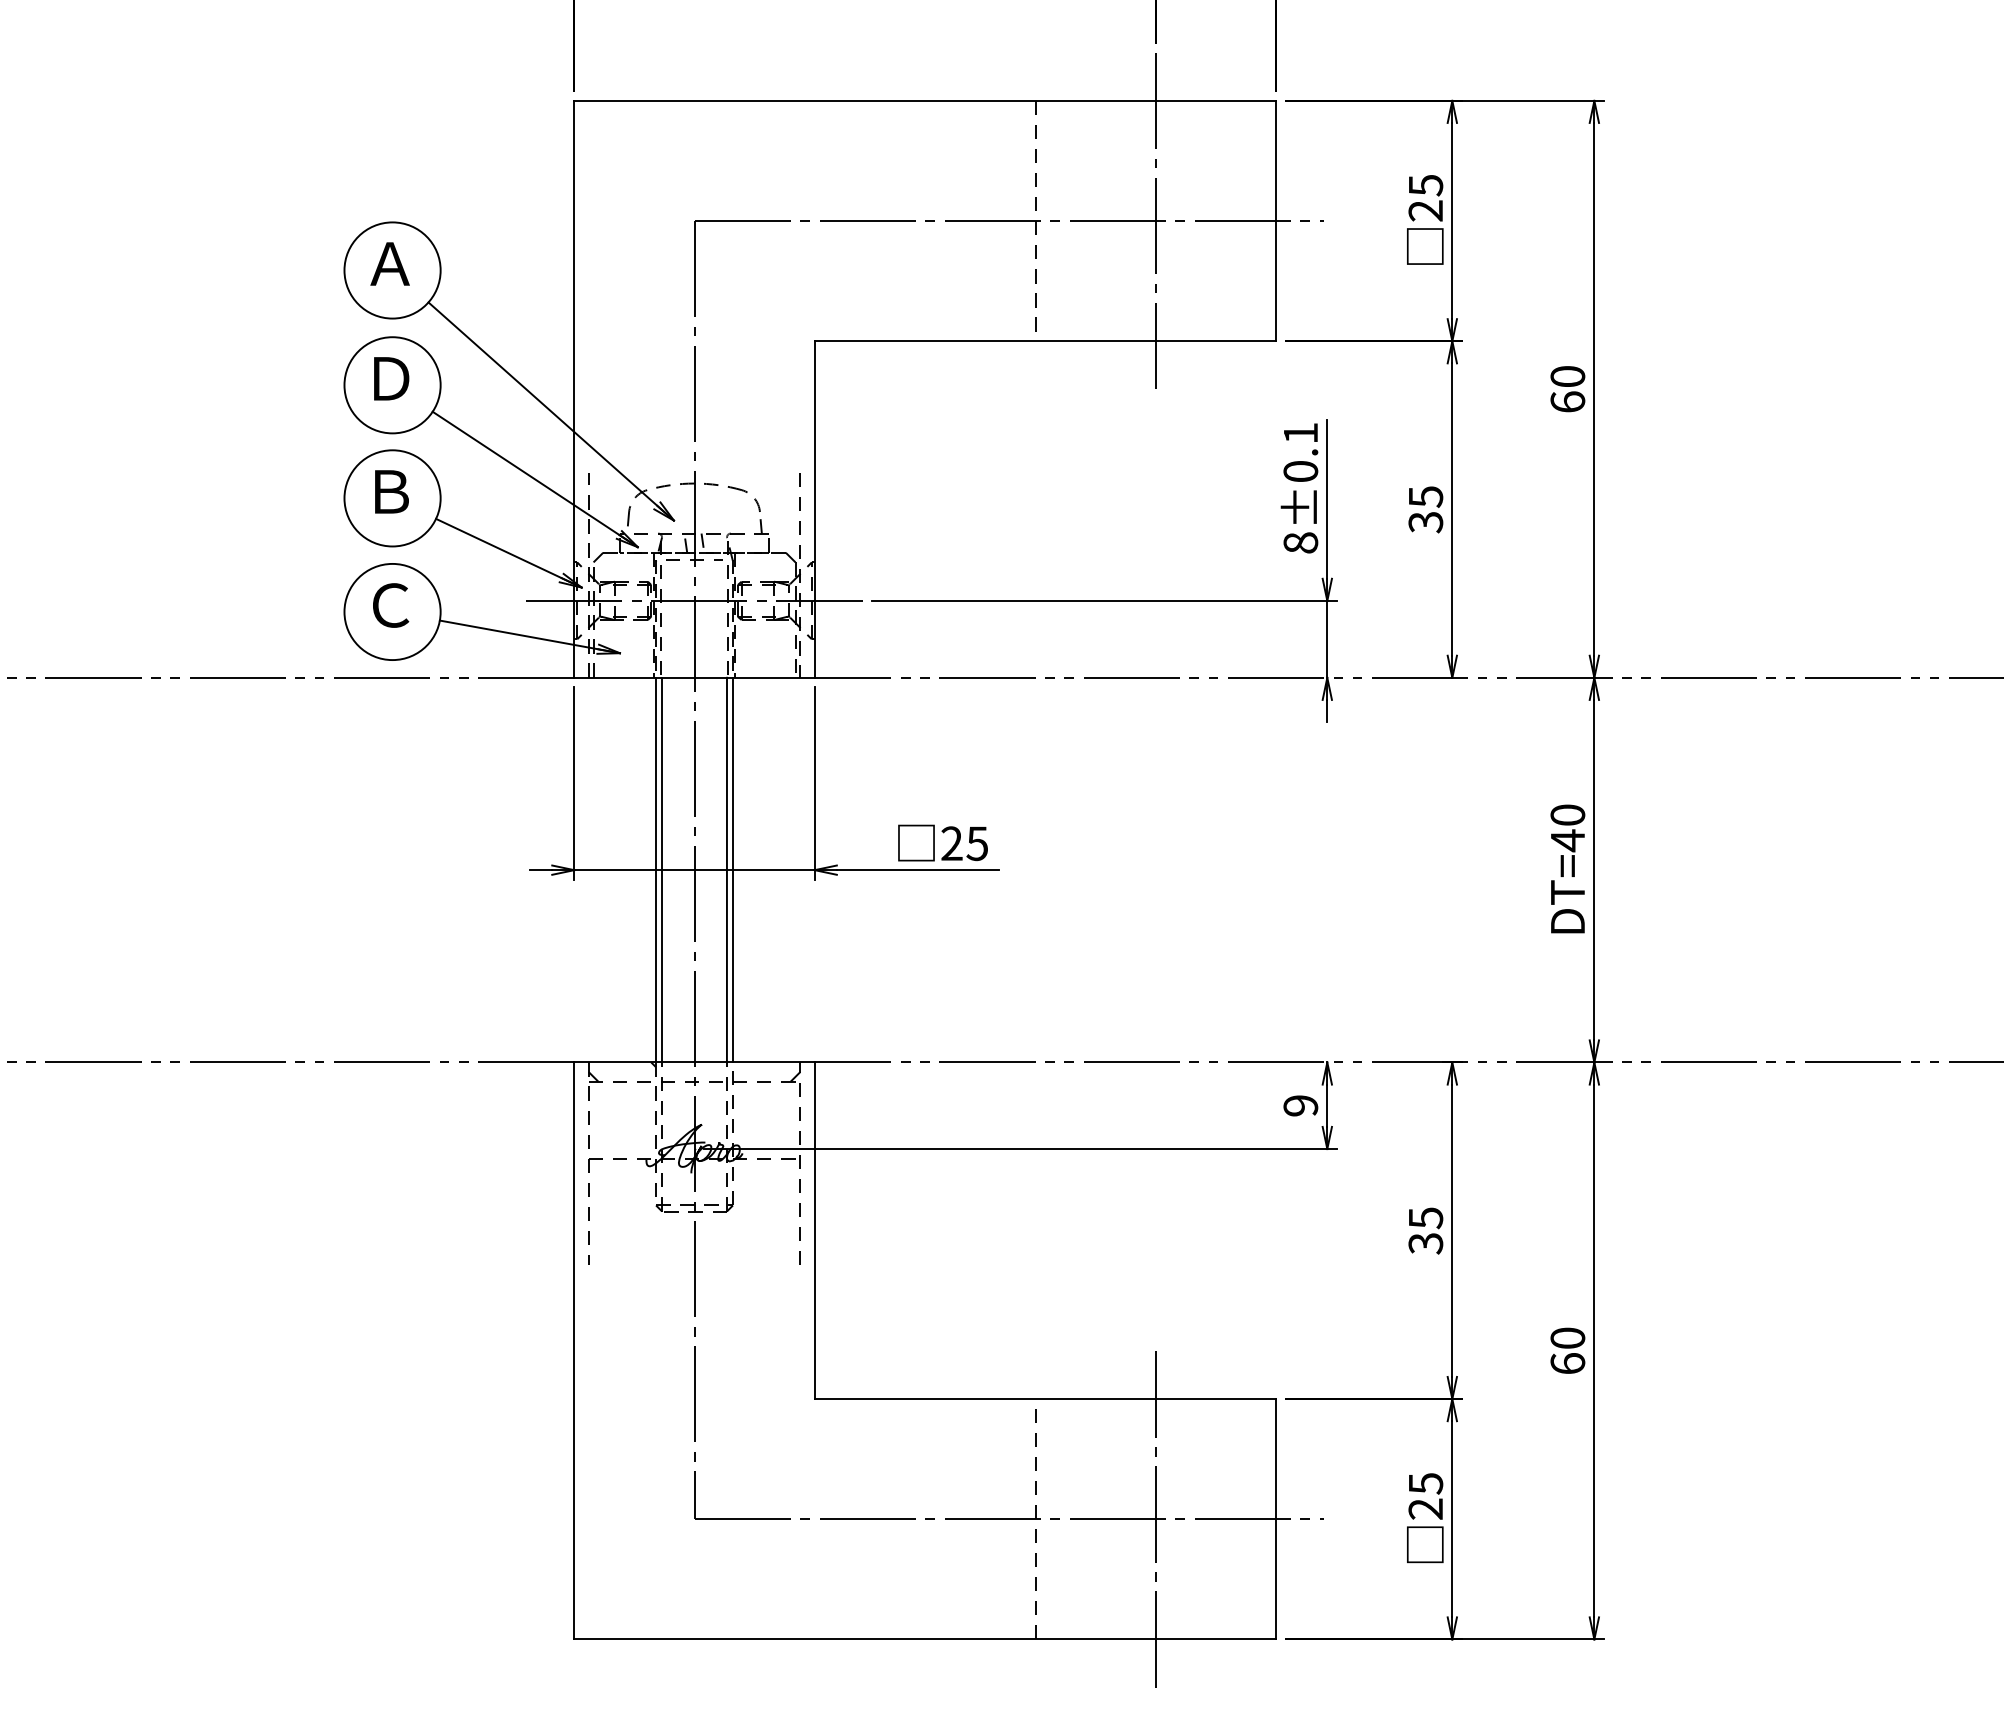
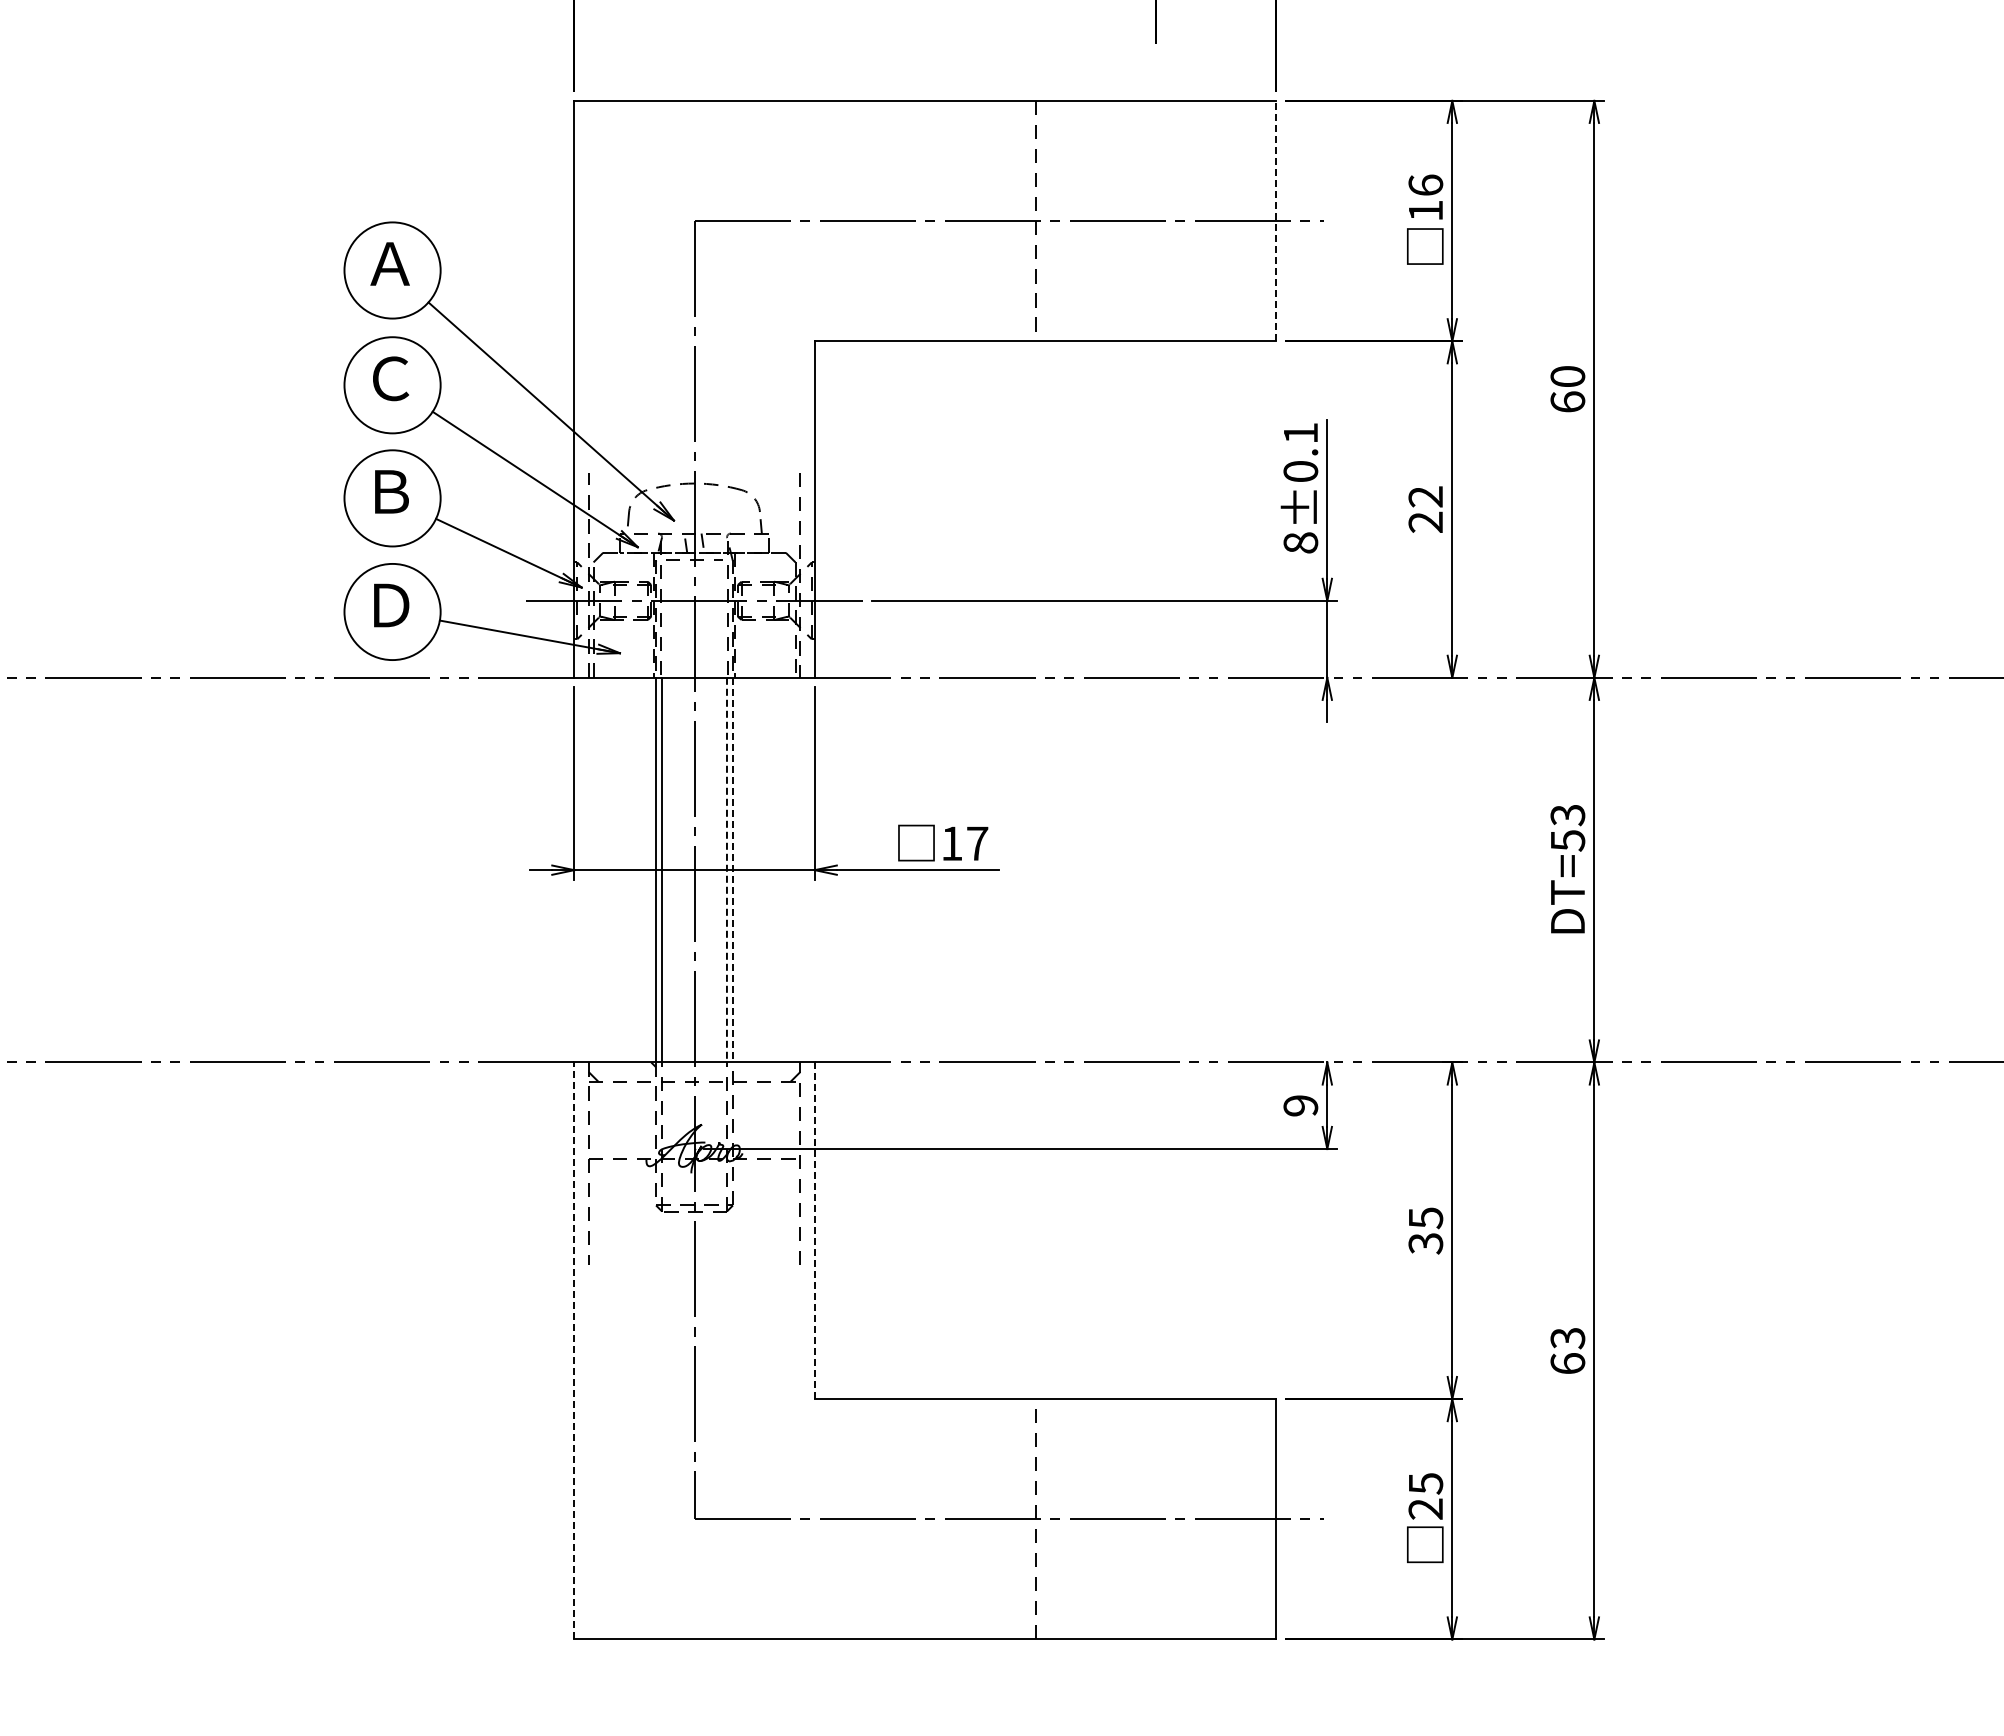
text at (1425, 197): 25 -> 16
line at (1156, 220): present -> none
line at (1276, 220): solid -> dashed
text at (391, 378): Ｄ -> Ｃ
text at (1425, 509): 35 -> 22
text at (391, 605): Ｃ -> Ｄ
text at (1567, 828): DT=40 -> DT=53
text at (964, 843): 25 -> 17
line at (726, 870): solid -> dashed
line at (733, 870): solid -> dashed
line at (814, 1231): solid -> dashed
text at (1567, 1338): 60 -> 63
line at (574, 1350): solid -> dashed
line at (1156, 1518): present -> none
